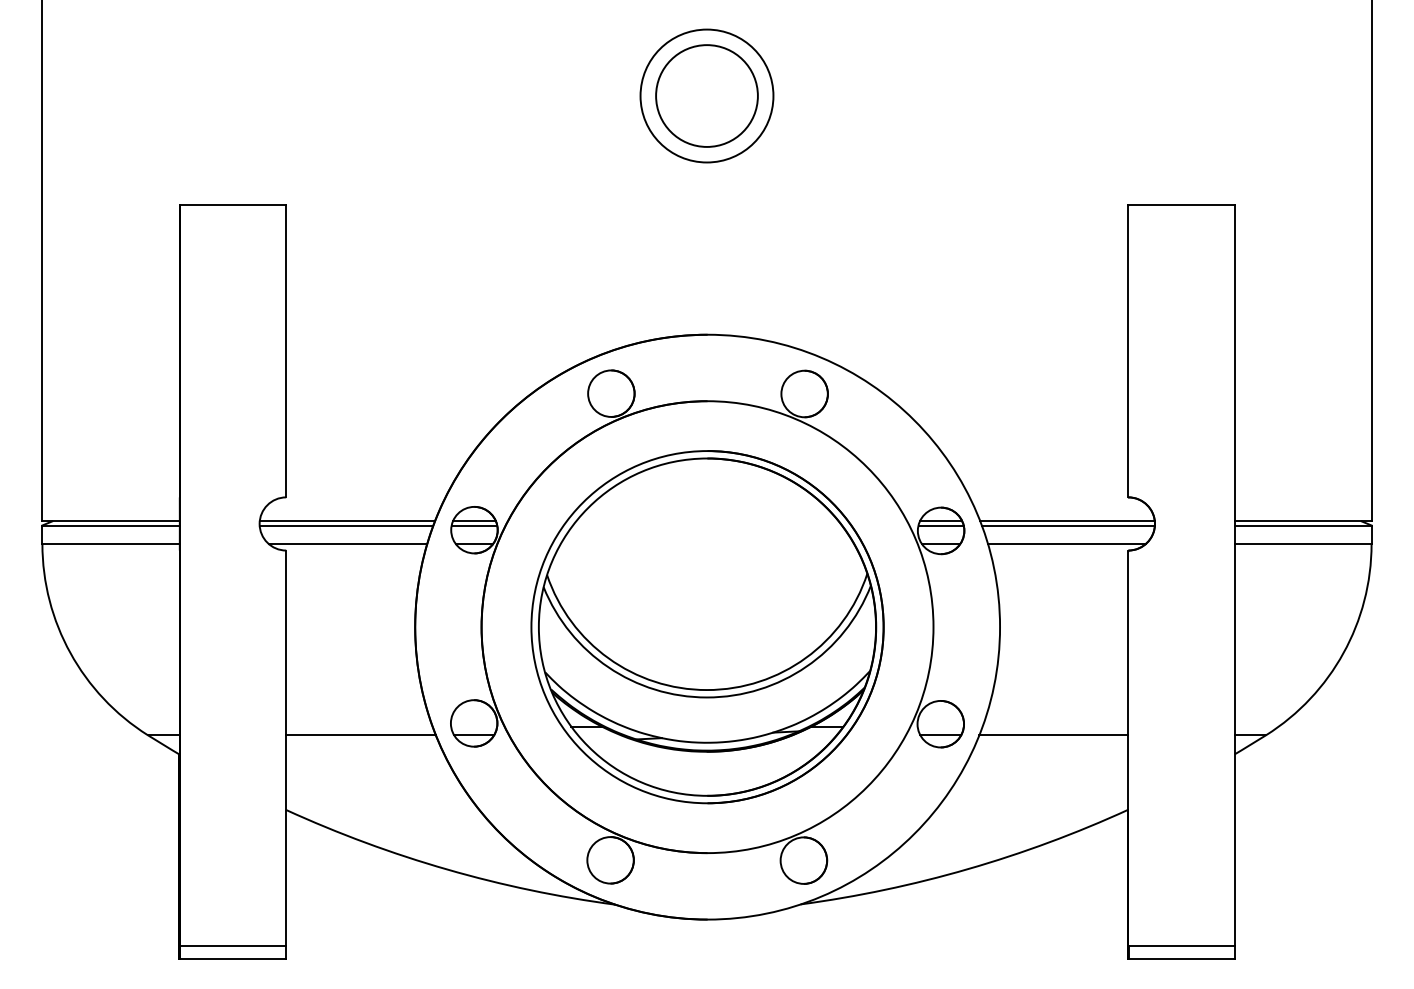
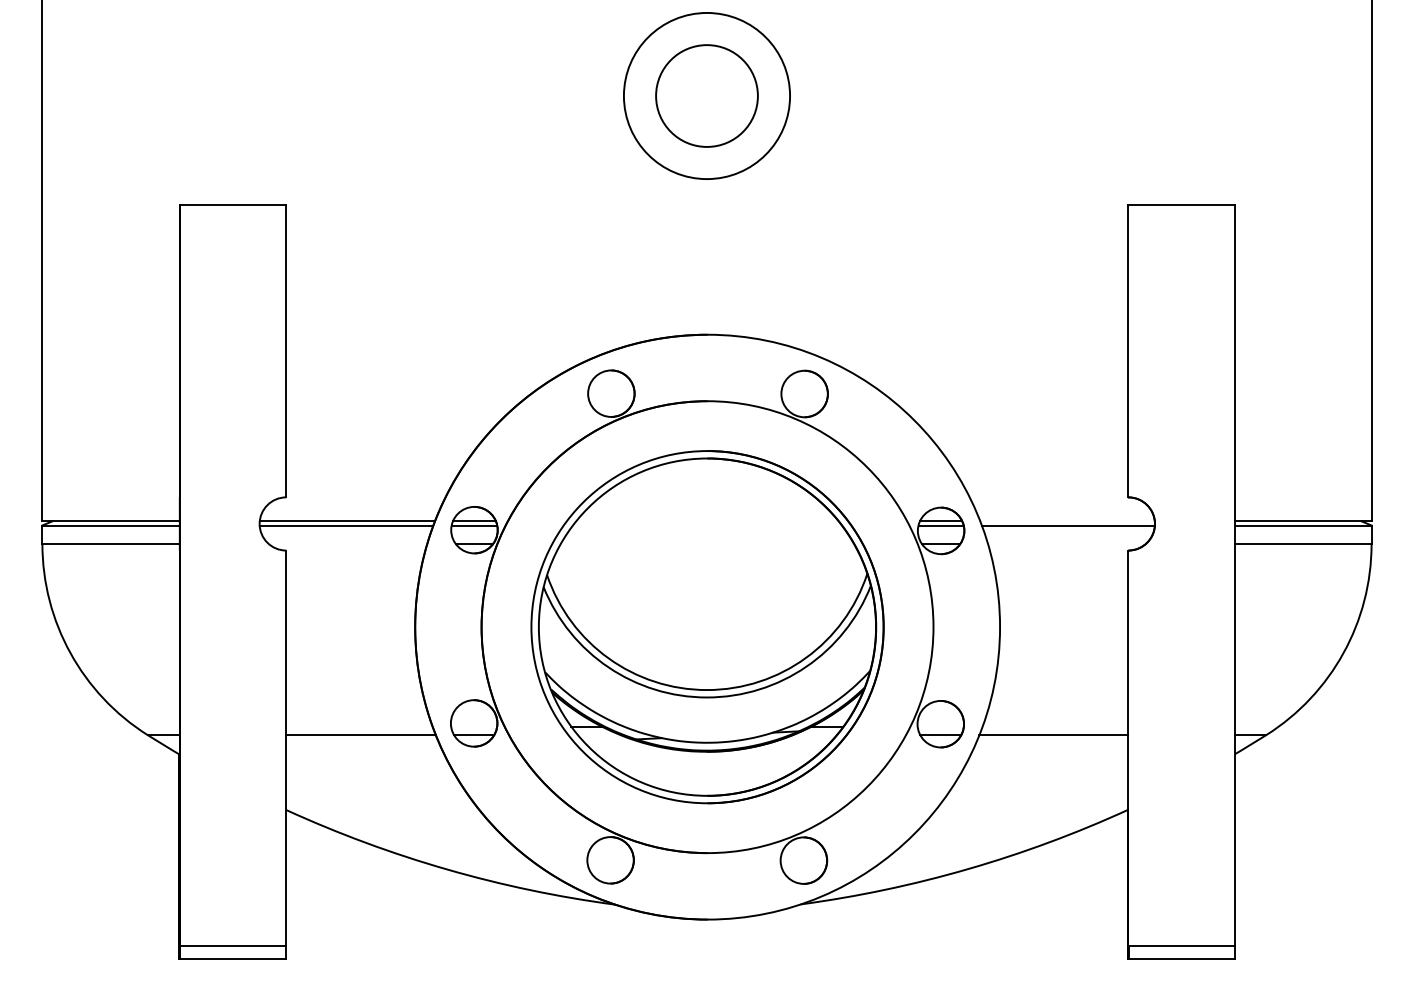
circle at (706, 95) diameter: 133 px -> 166 px
line at (1067, 521): present -> none
line at (347, 544): present -> none
line at (1066, 544): present -> none
